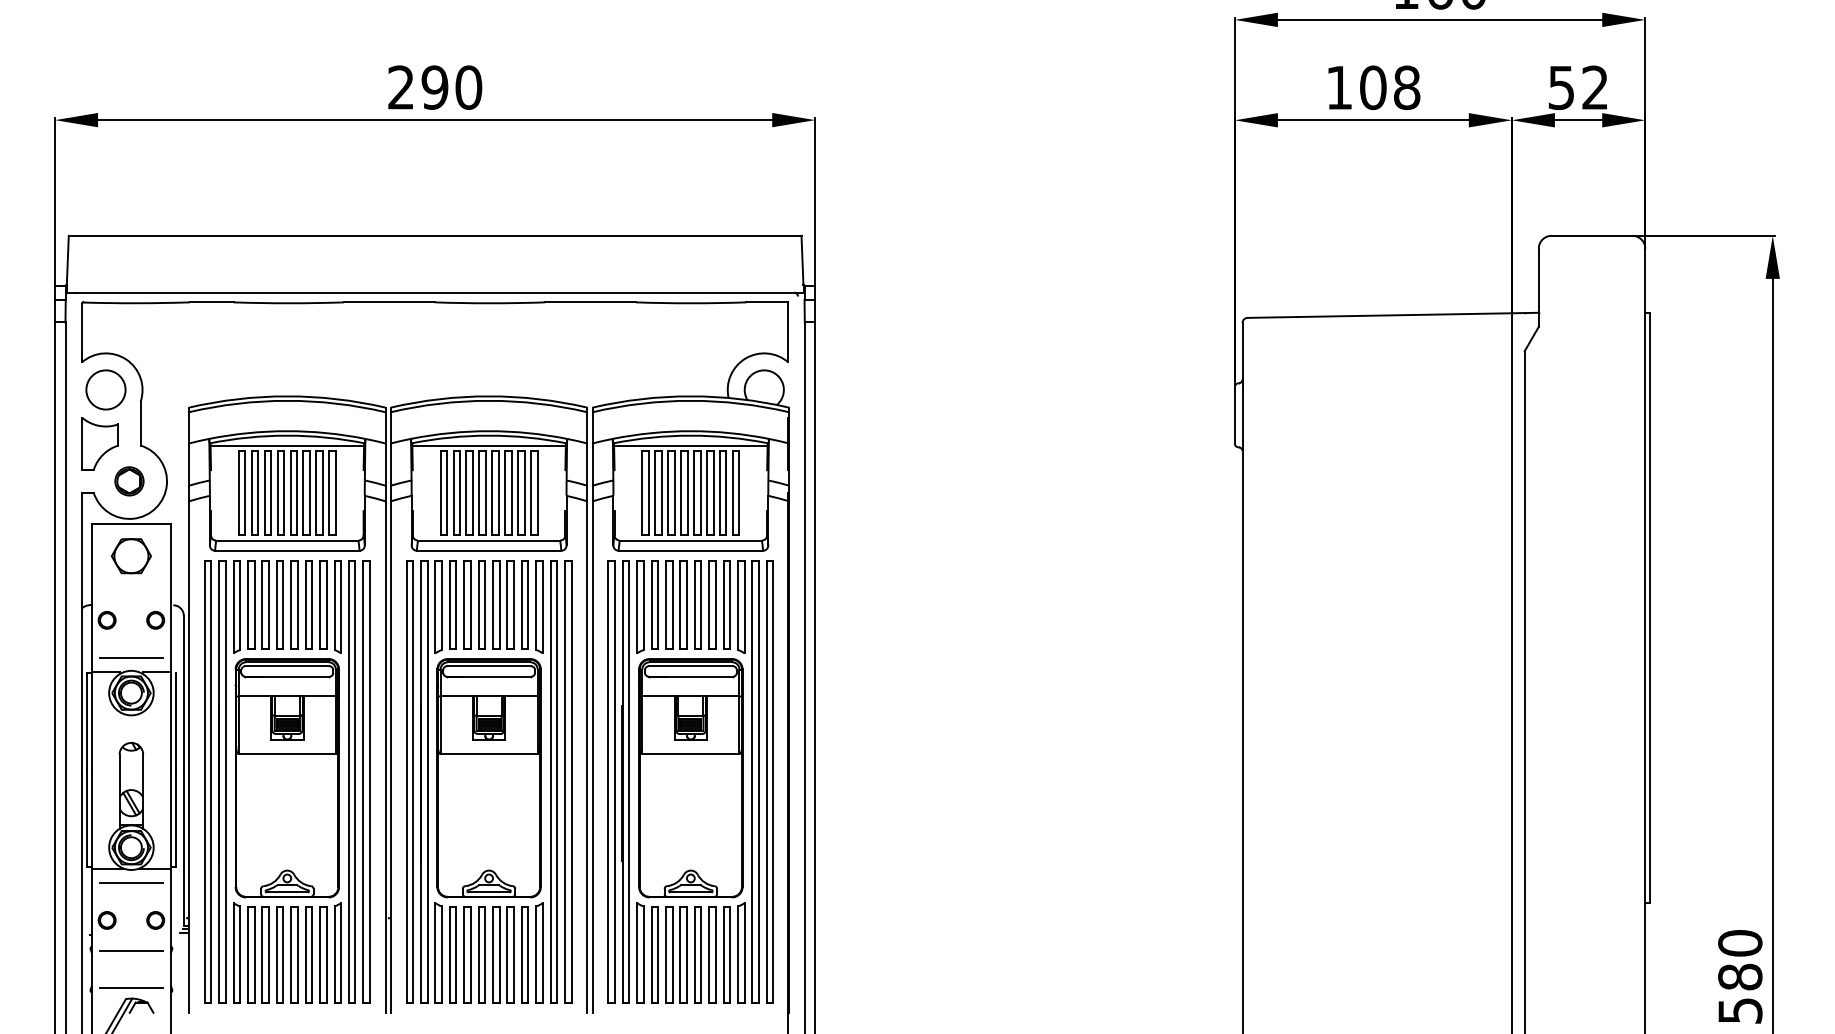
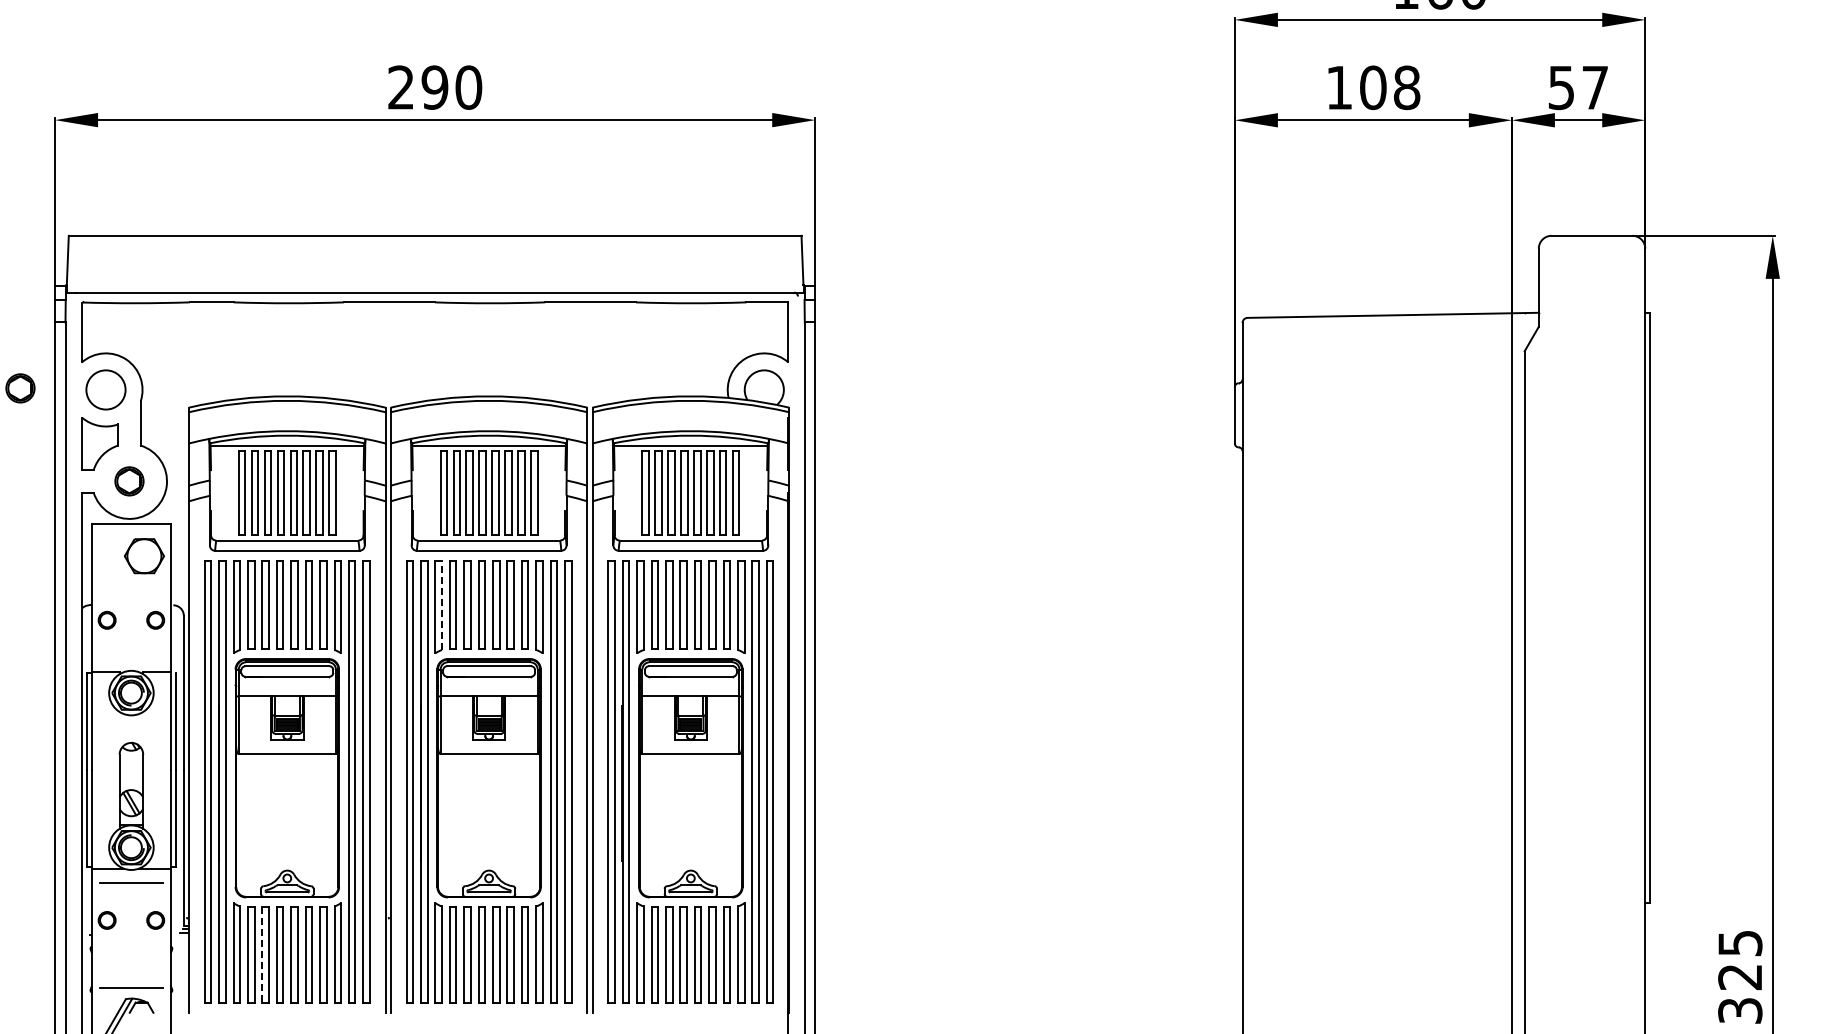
text at (1594, 87): 52 -> 57
part at (20, 388): none -> present
part at (130, 556) position: (130, 556) -> (143, 556)
line at (441, 605): solid -> dashed
line at (130, 657): present -> none
line at (130, 951): present -> none
line at (262, 955): solid -> dashed
text at (1740, 976): 580 -> 325
